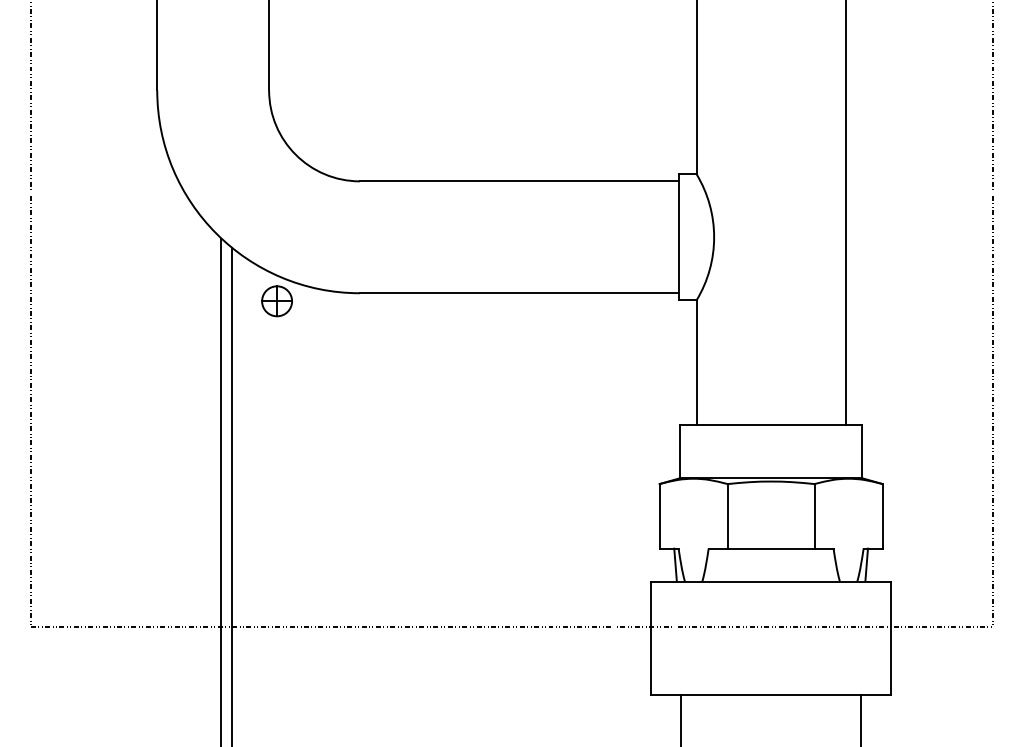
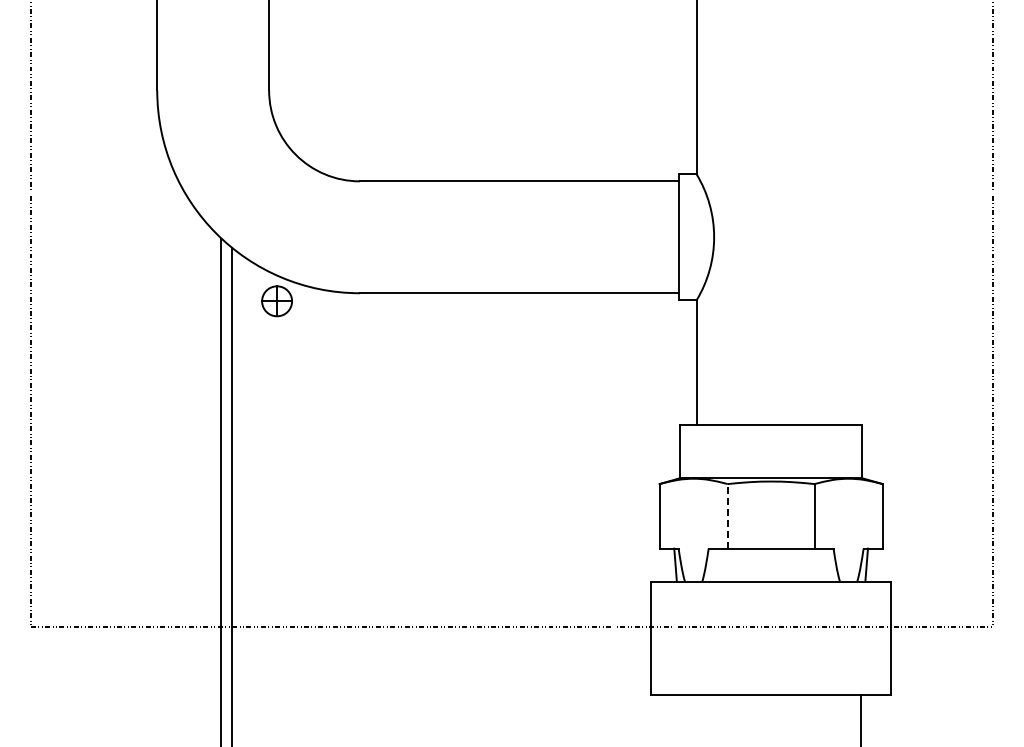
line at (845, 213): present -> none
line at (727, 515): solid -> dashed
line at (681, 719): present -> none
